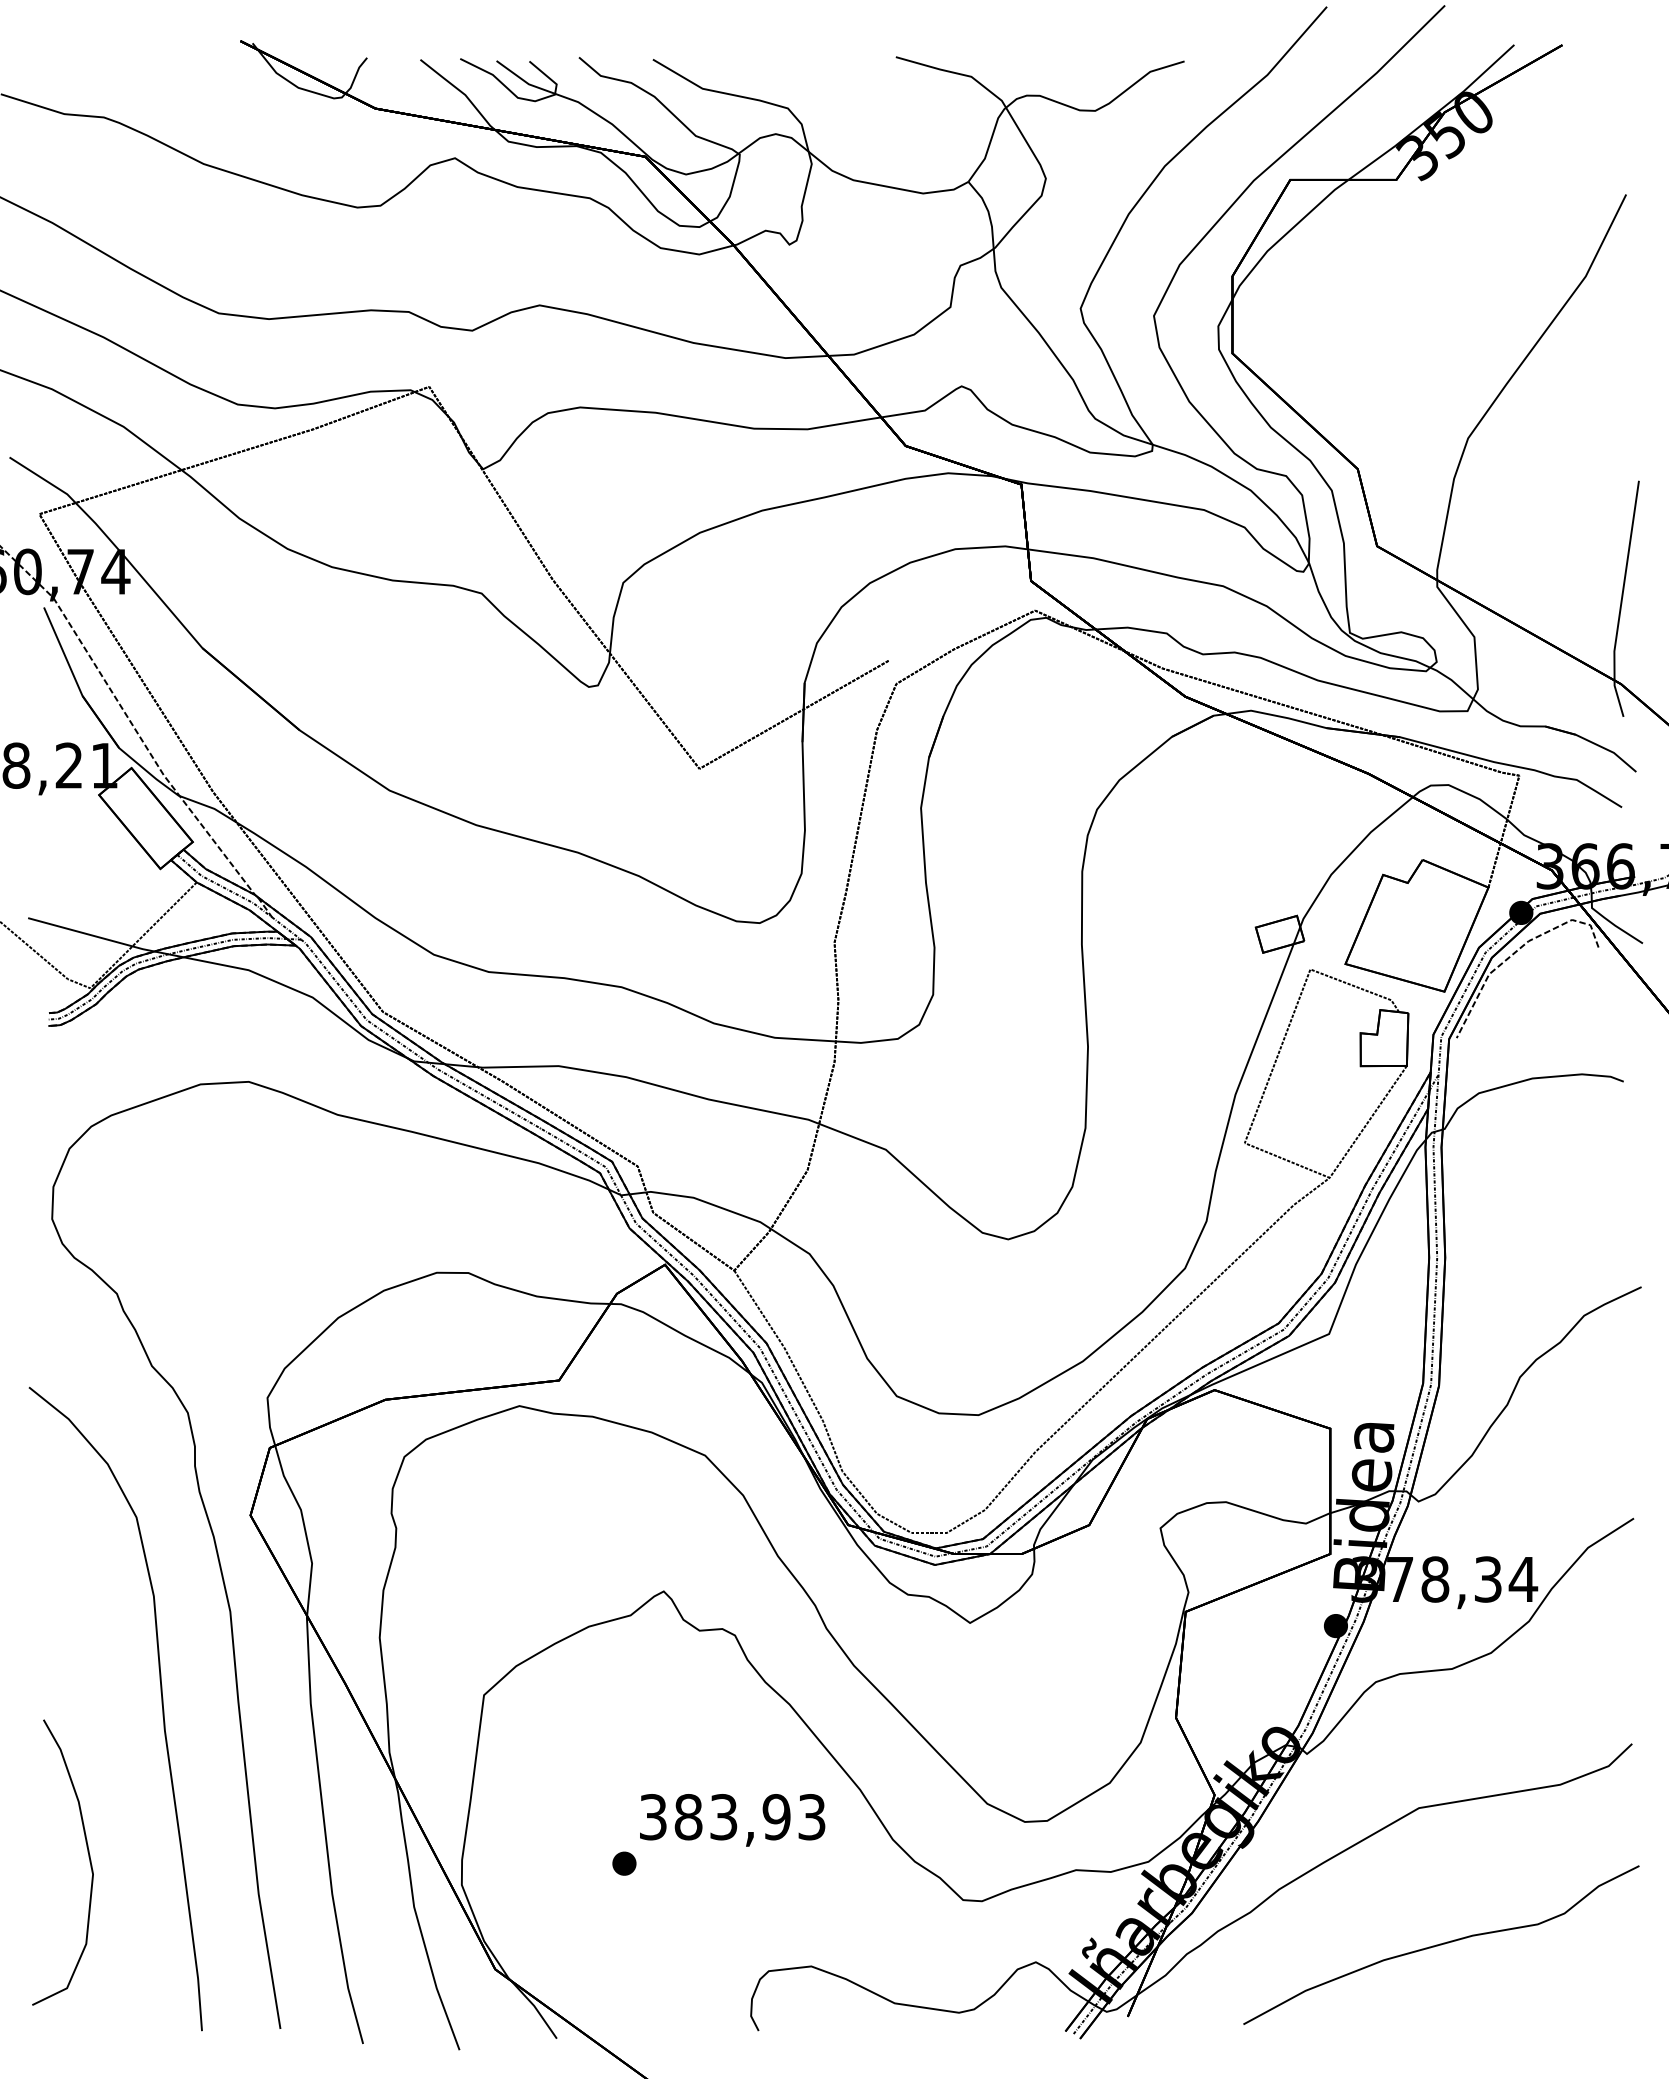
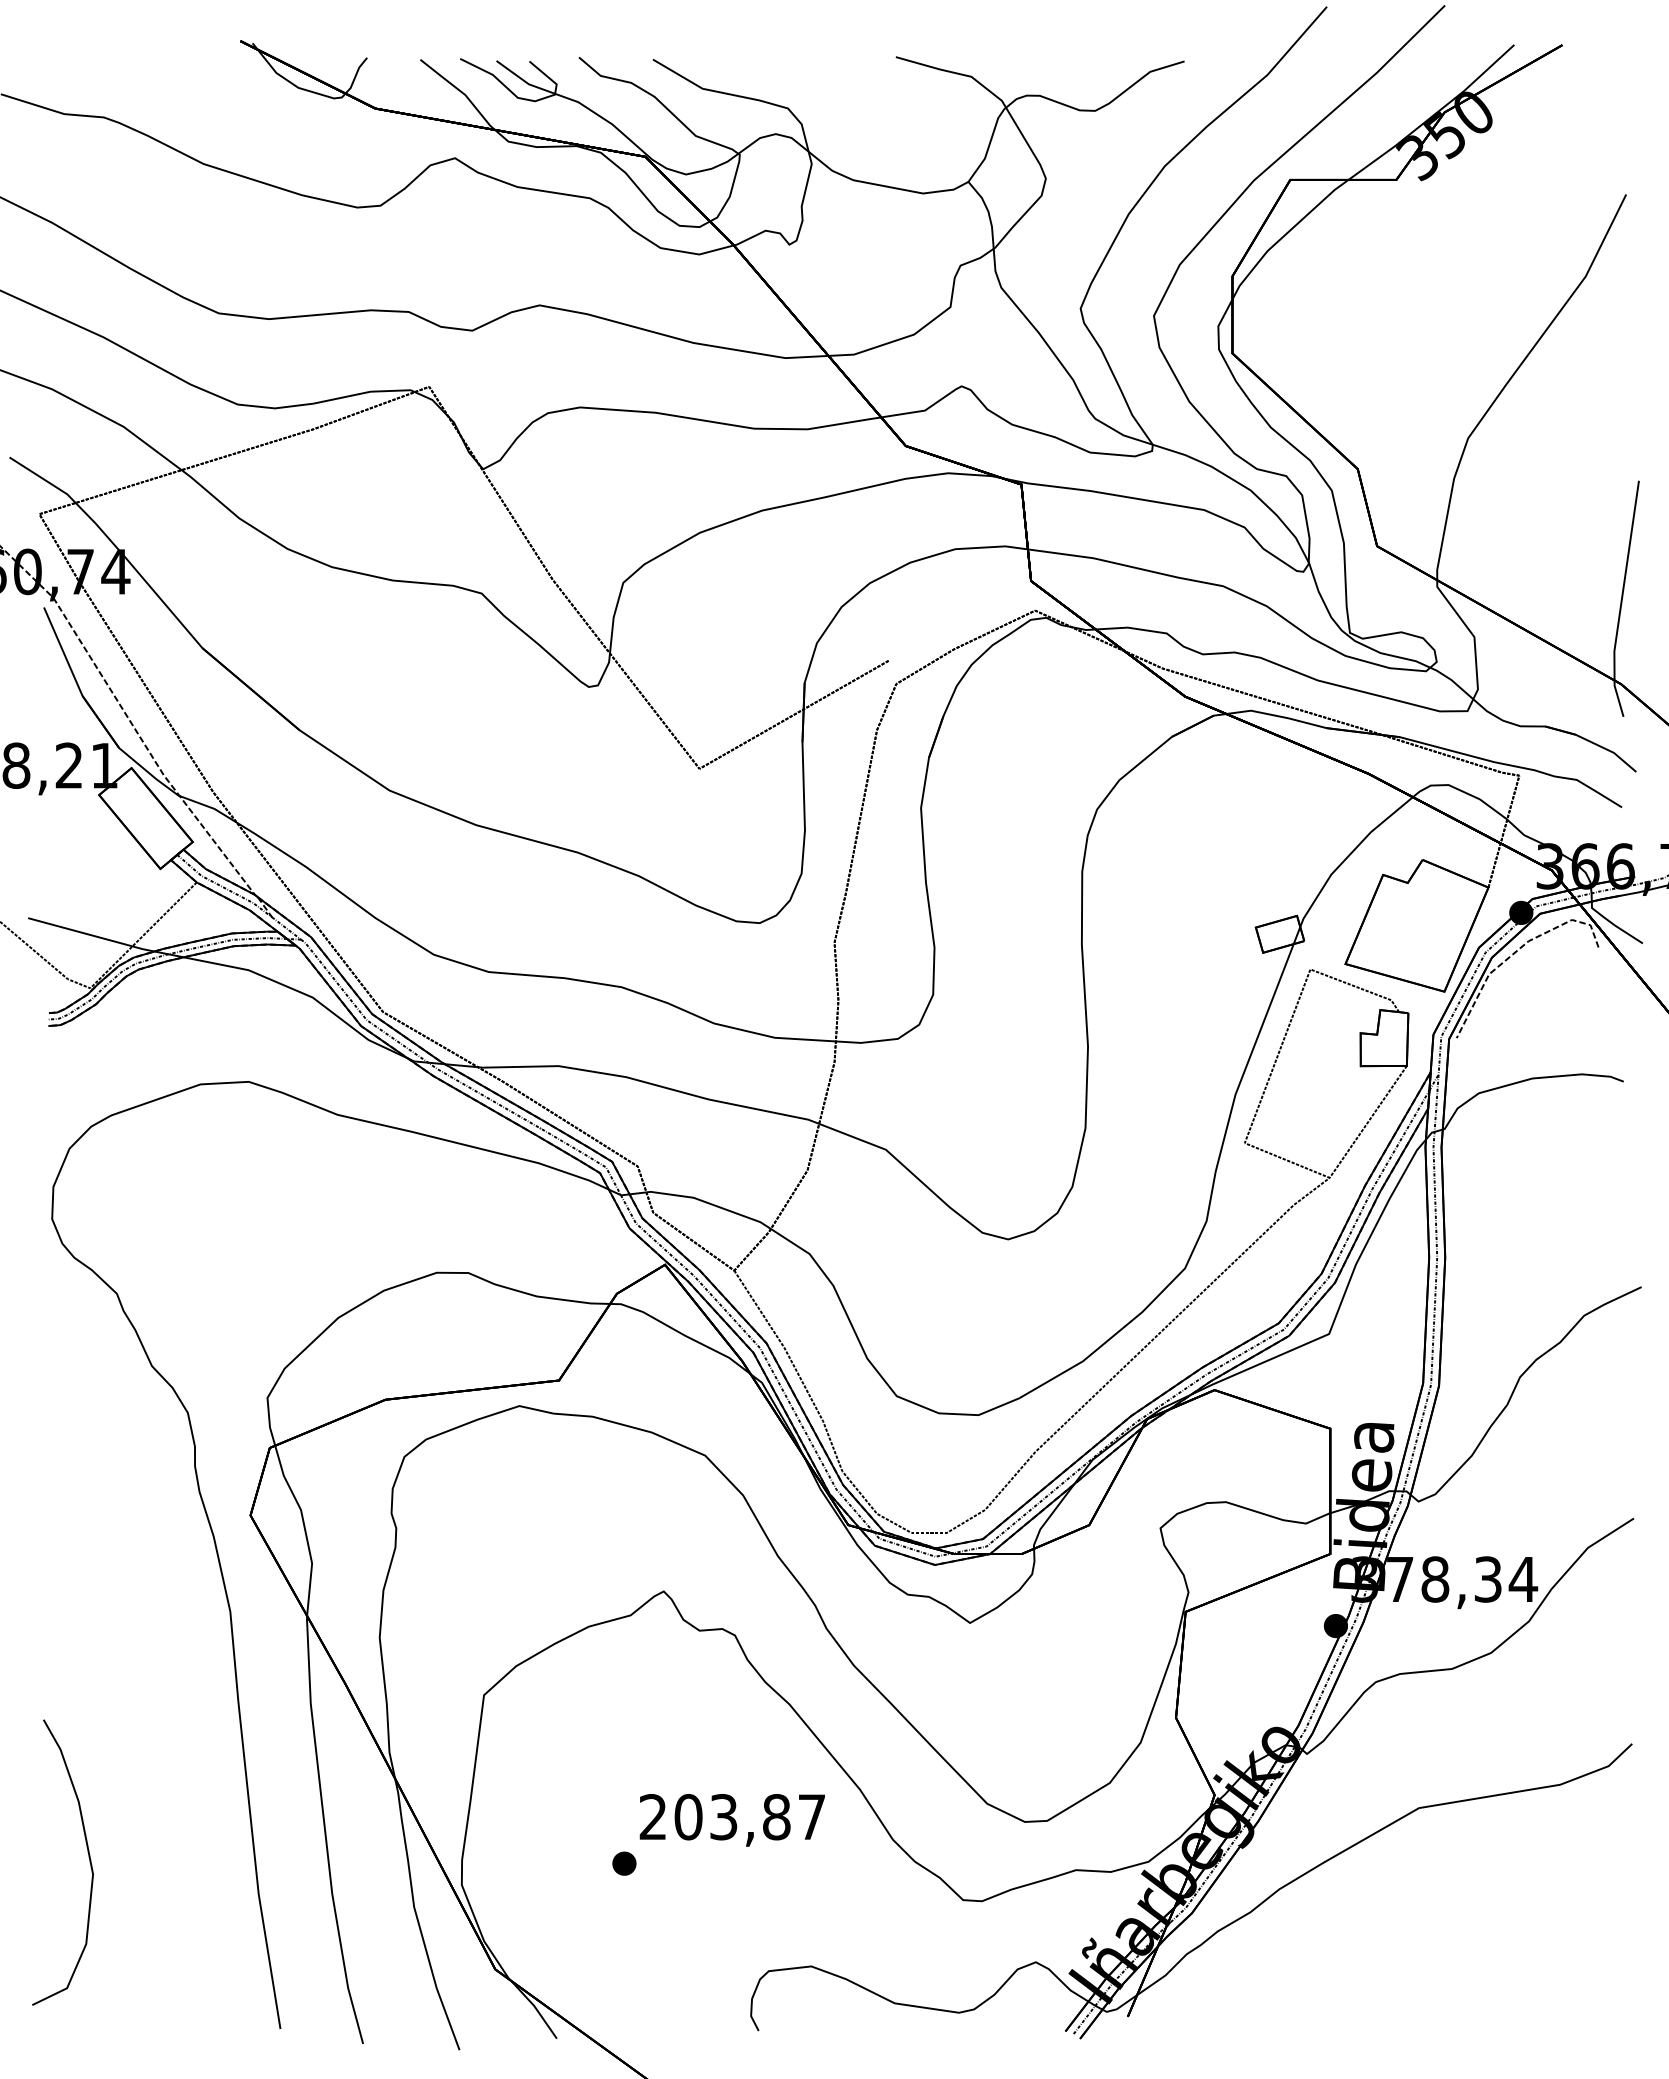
curve at (161, 1704): present -> none
text at (732, 1817): 383,93 -> 203,87
curve at (1441, 1944): present -> none
